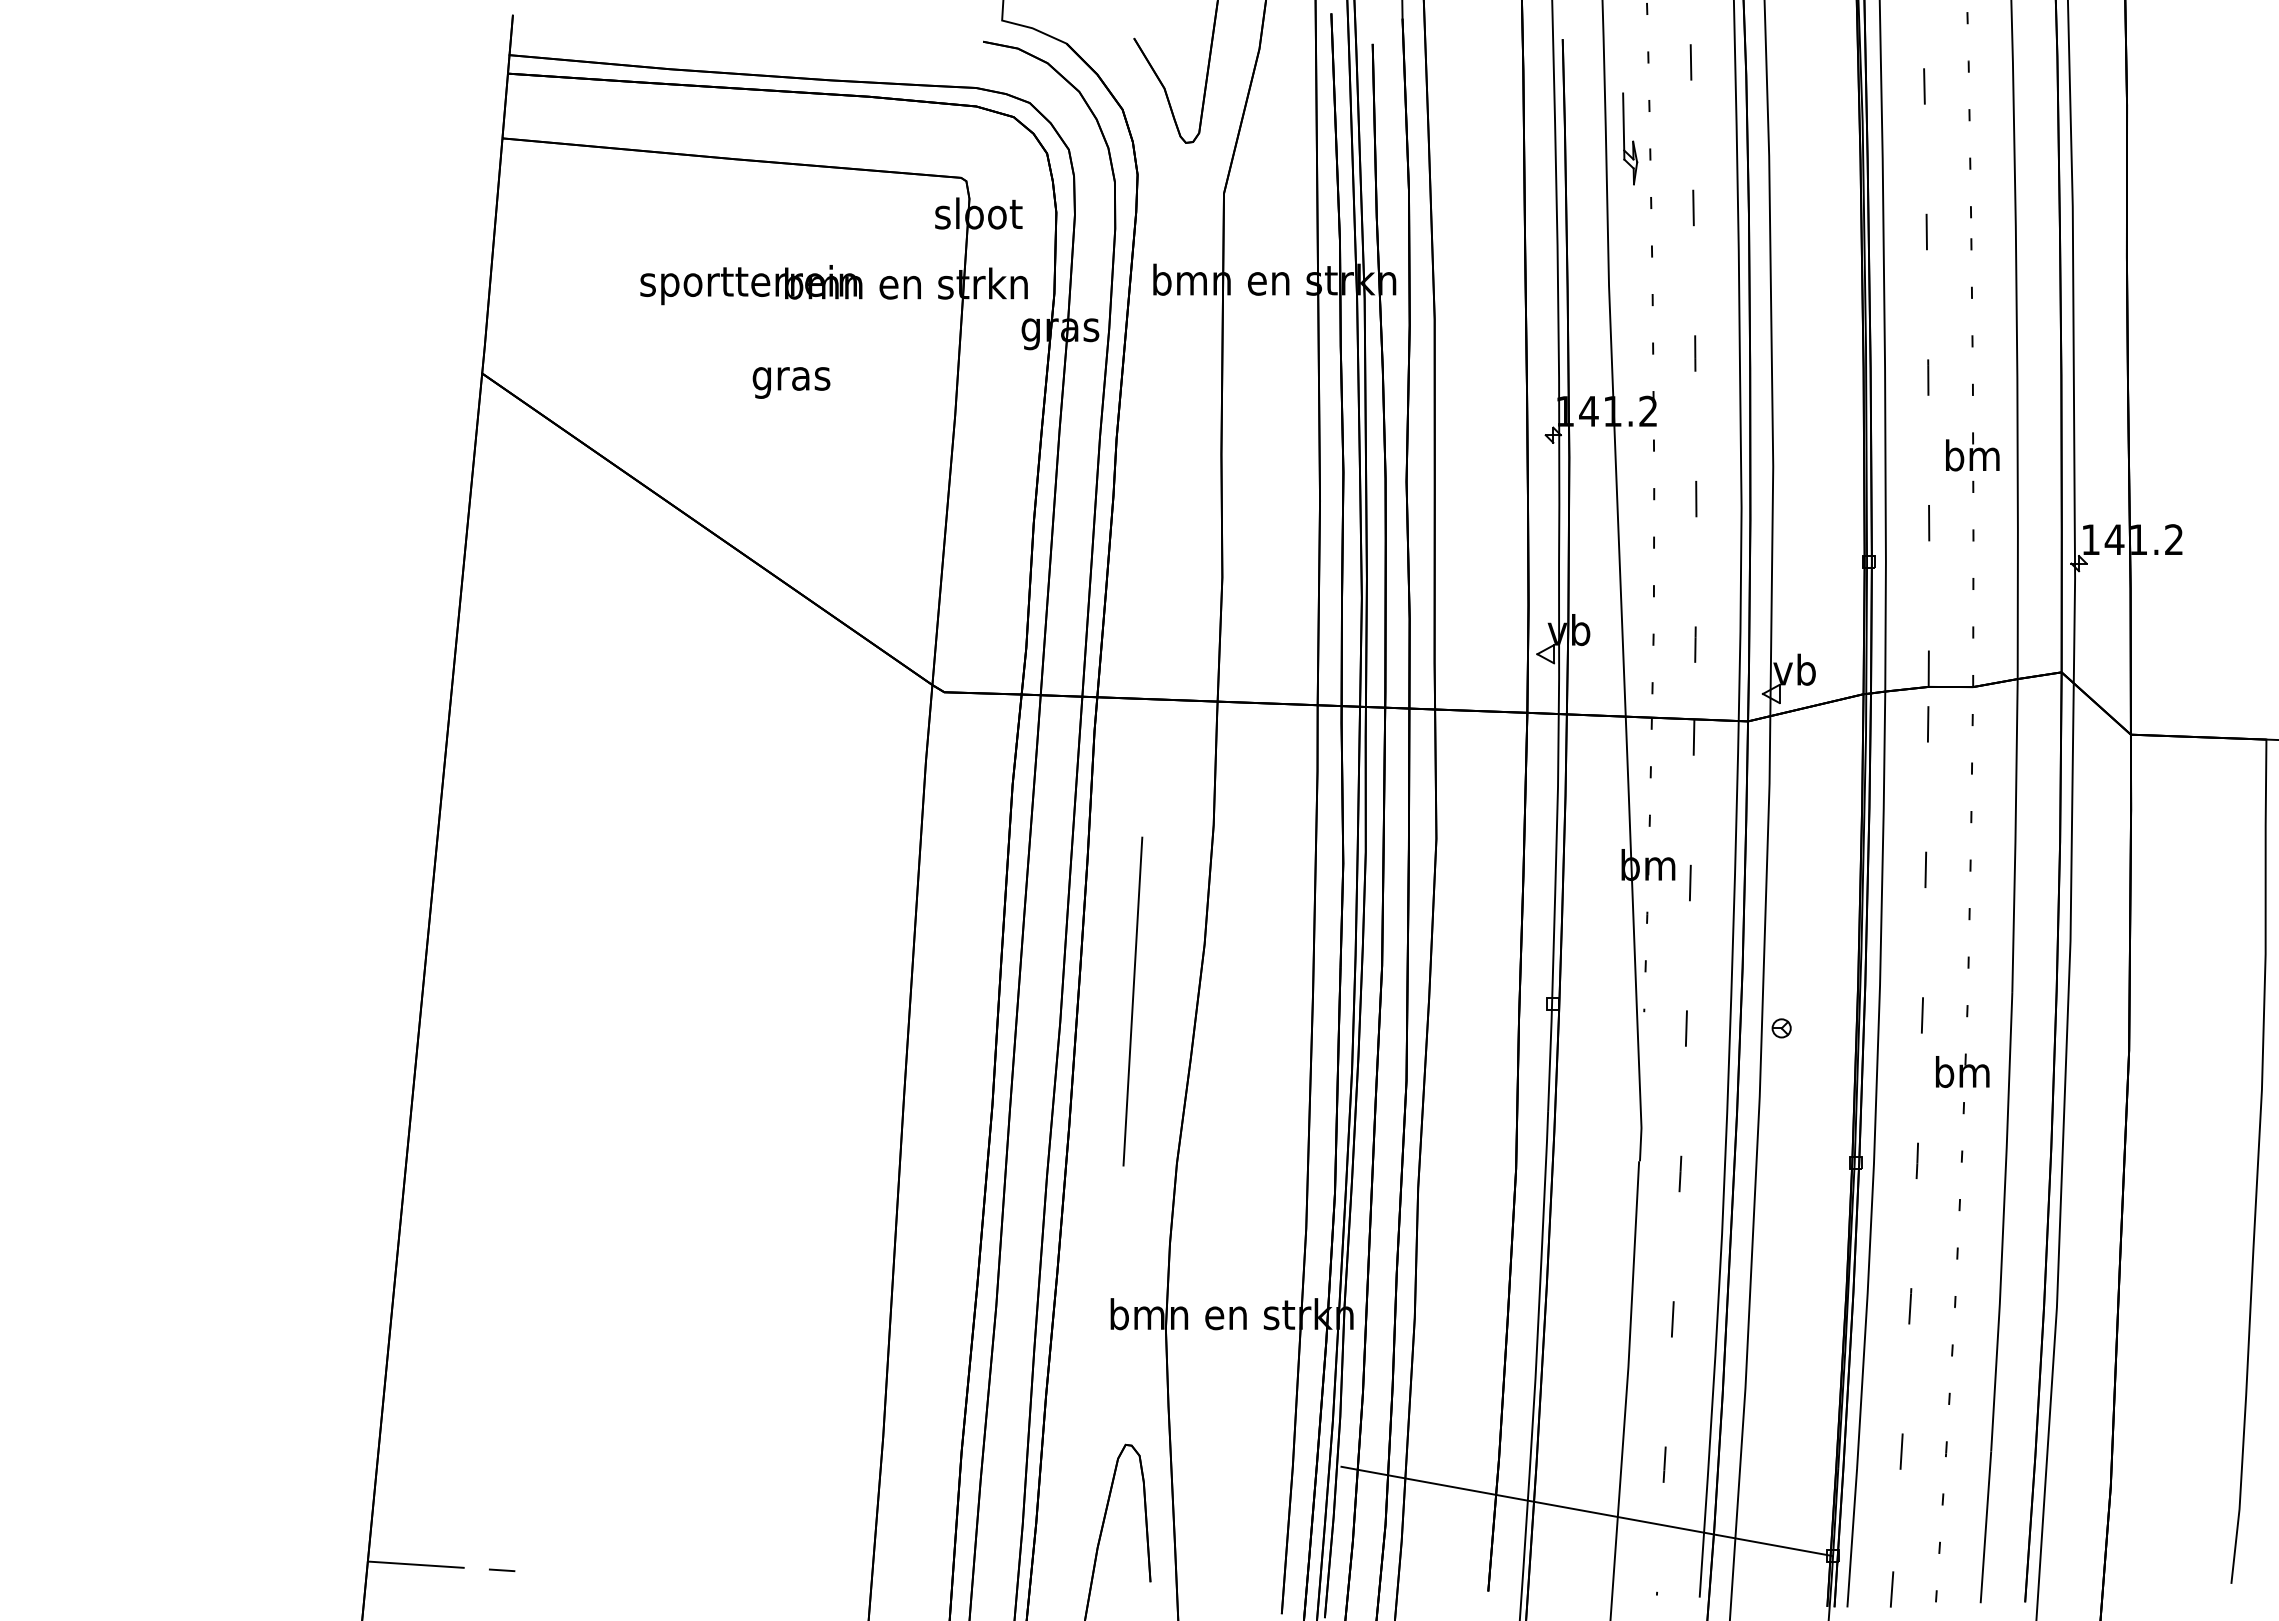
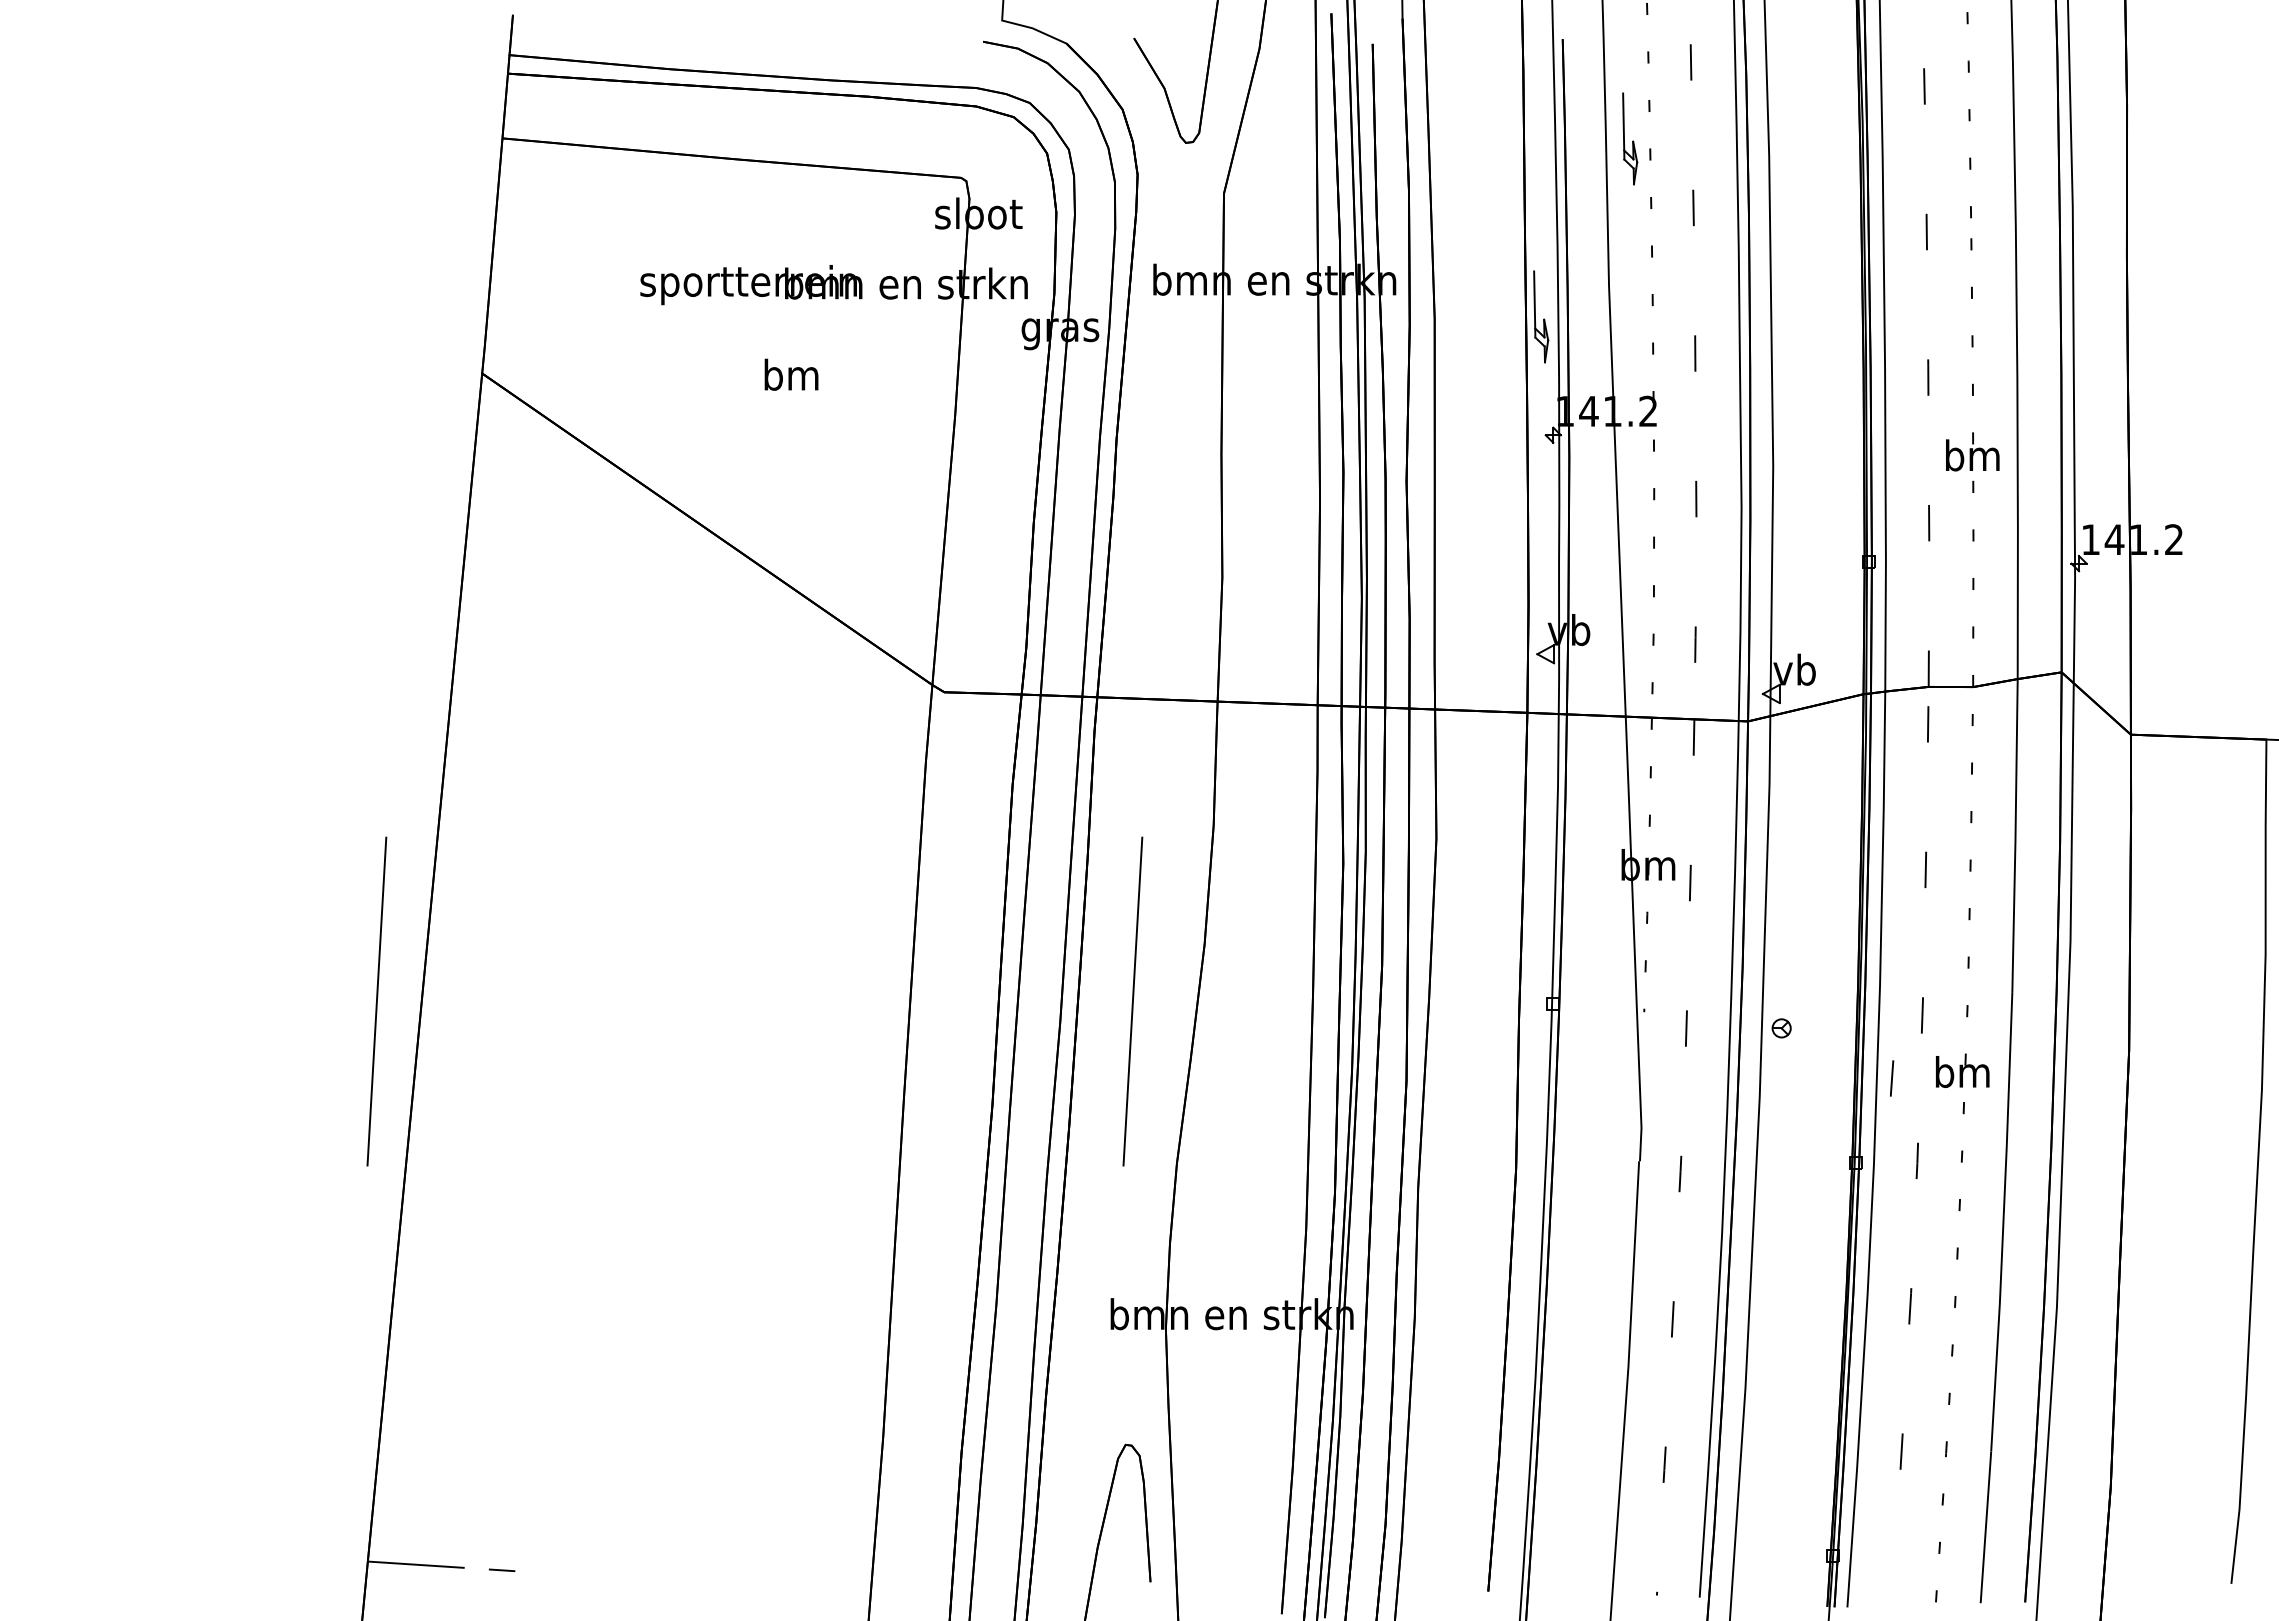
part at (1541, 316): none -> present
text at (791, 378): gras -> bm
line at (376, 1001): none -> present
line at (1586, 1511): present -> none
line at (1892, 1589) position: (1892, 1589) -> (1892, 1078)
